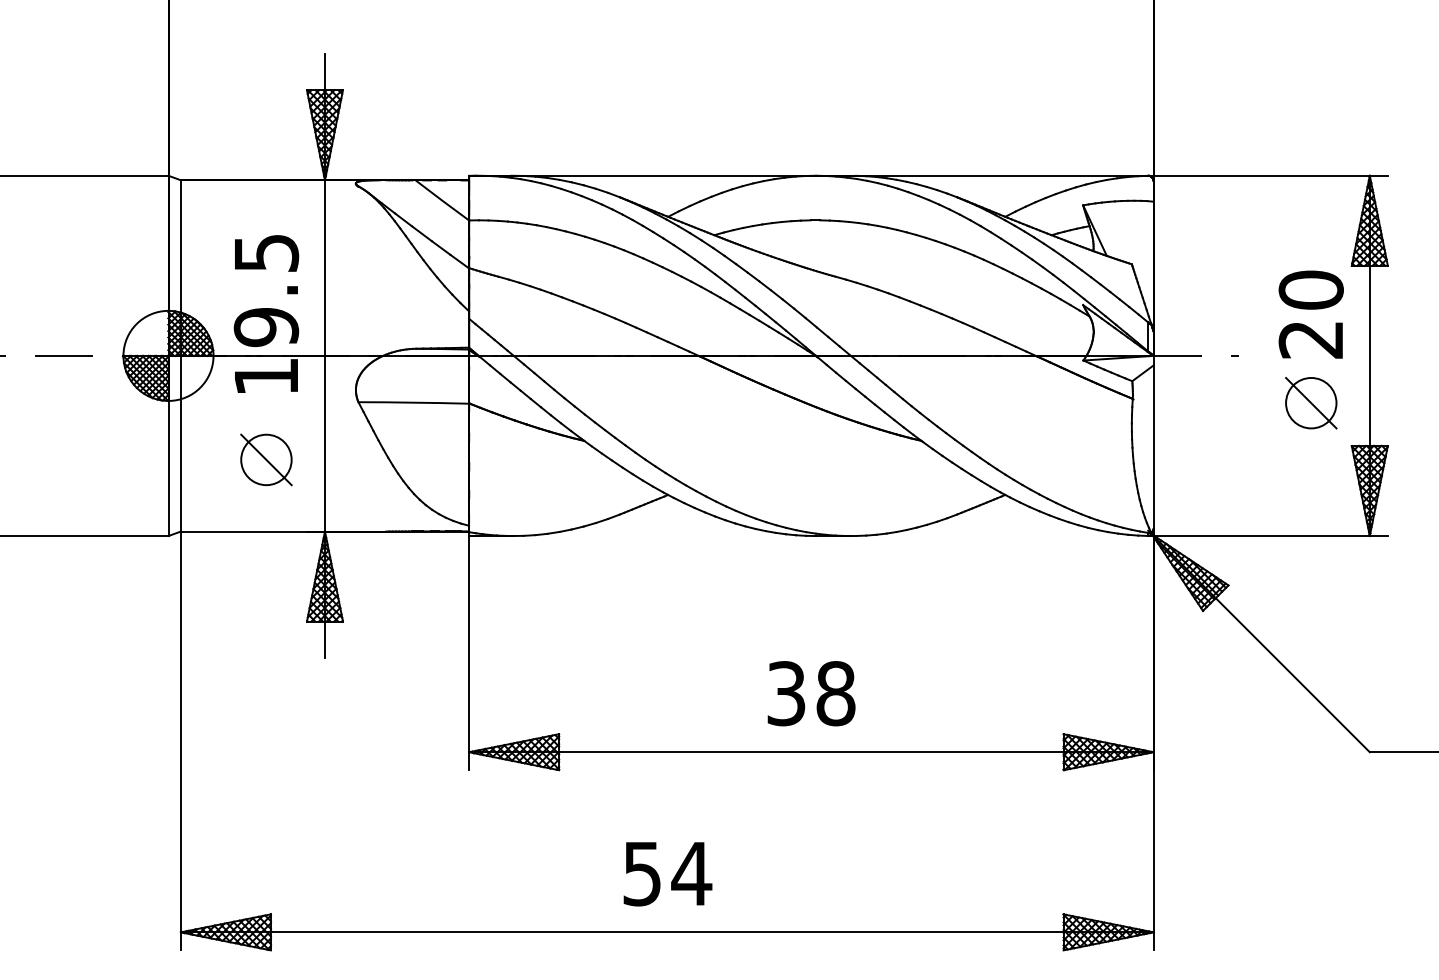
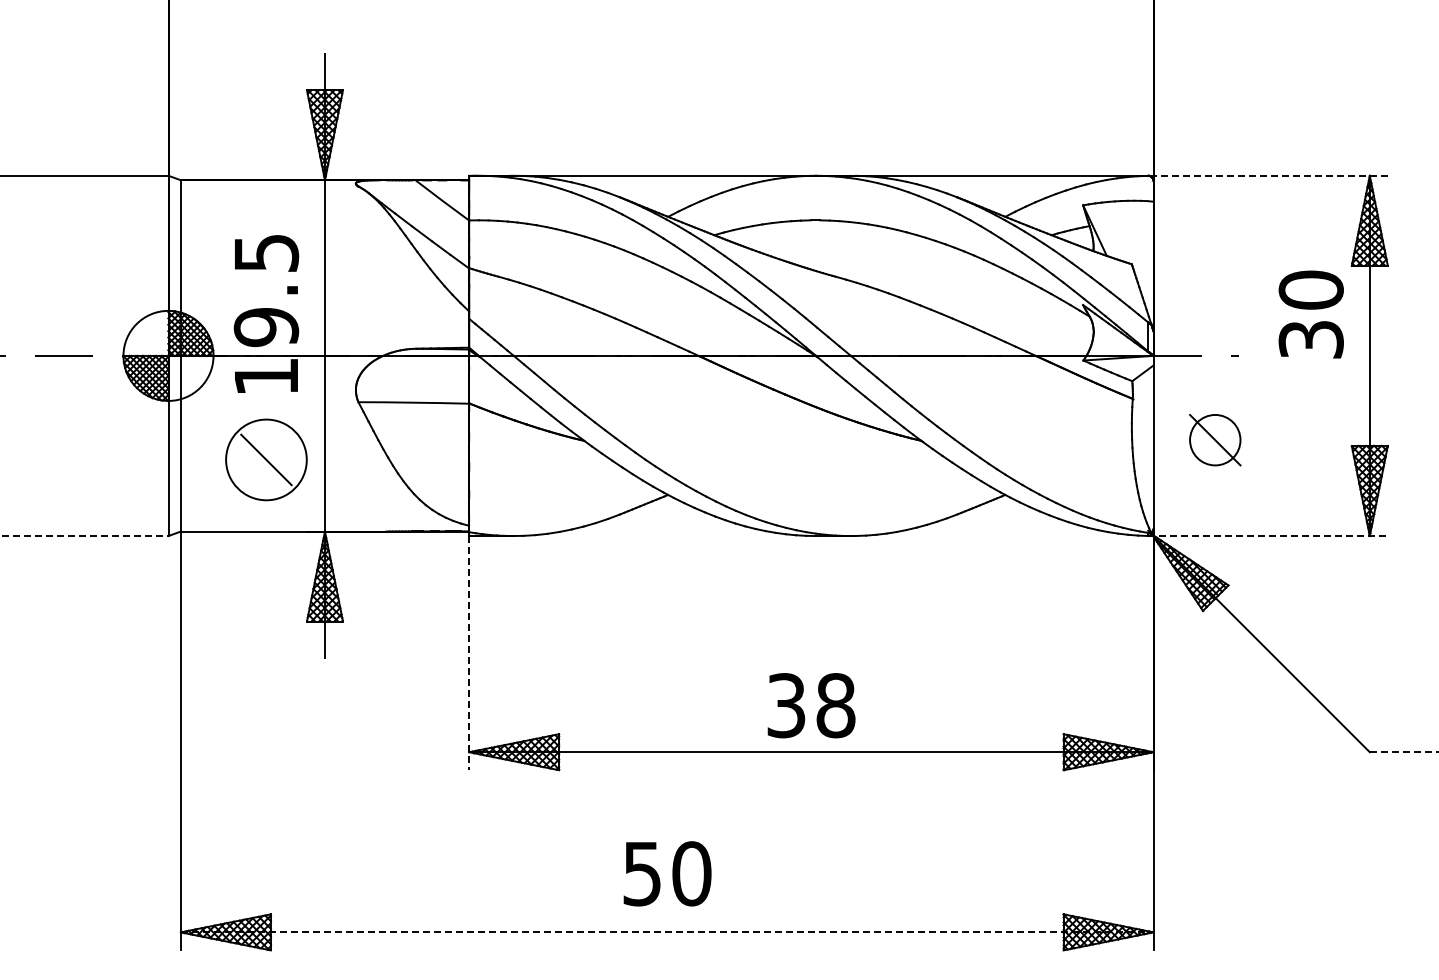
line at (1268, 175): solid -> dashed
text at (1310, 339): 20 -> 30
part at (1311, 403) position: (1311, 403) -> (1215, 440)
circle at (266, 459) diameter: 50 px -> 81 px
line at (84, 536): solid -> dashed
line at (1268, 536): solid -> dashed
line at (469, 653): solid -> dashed
text at (811, 693) position: (811, 693) -> (811, 705)
line at (1404, 752): solid -> dashed
text at (691, 873): 54 -> 50
line at (667, 932): solid -> dashed
